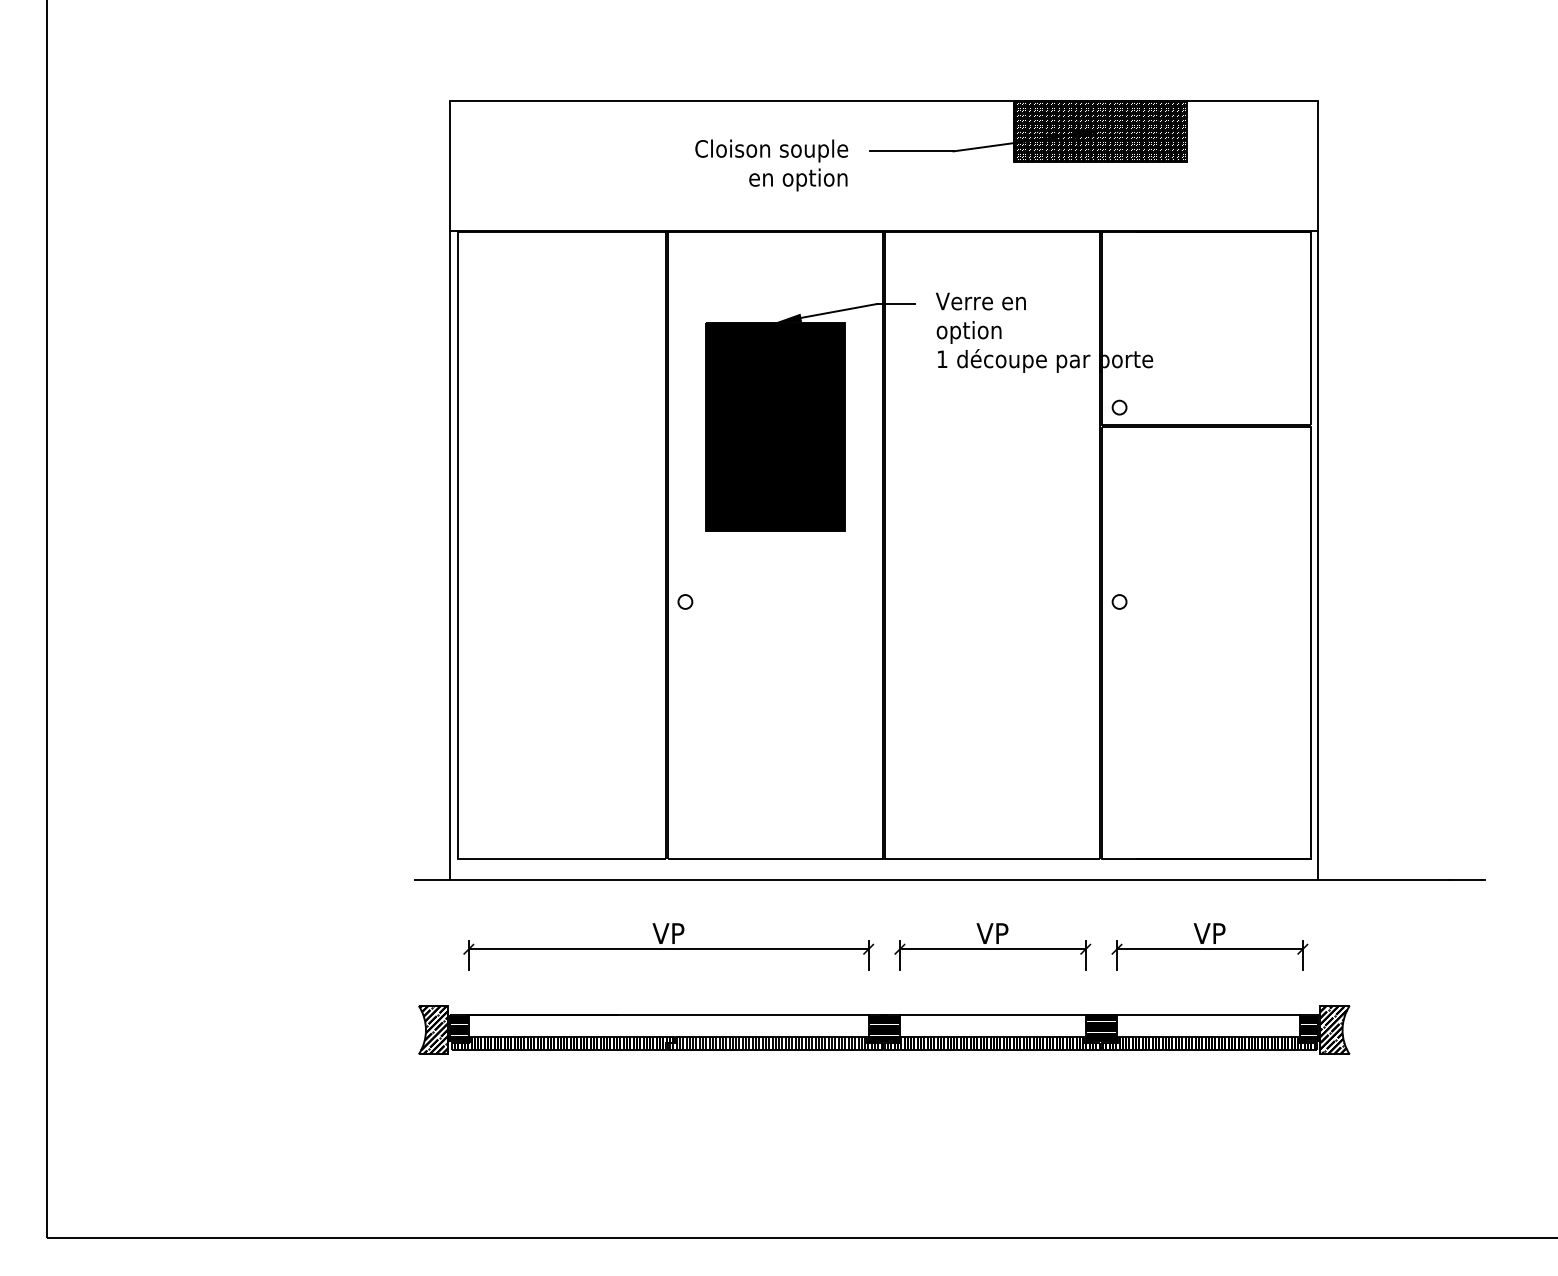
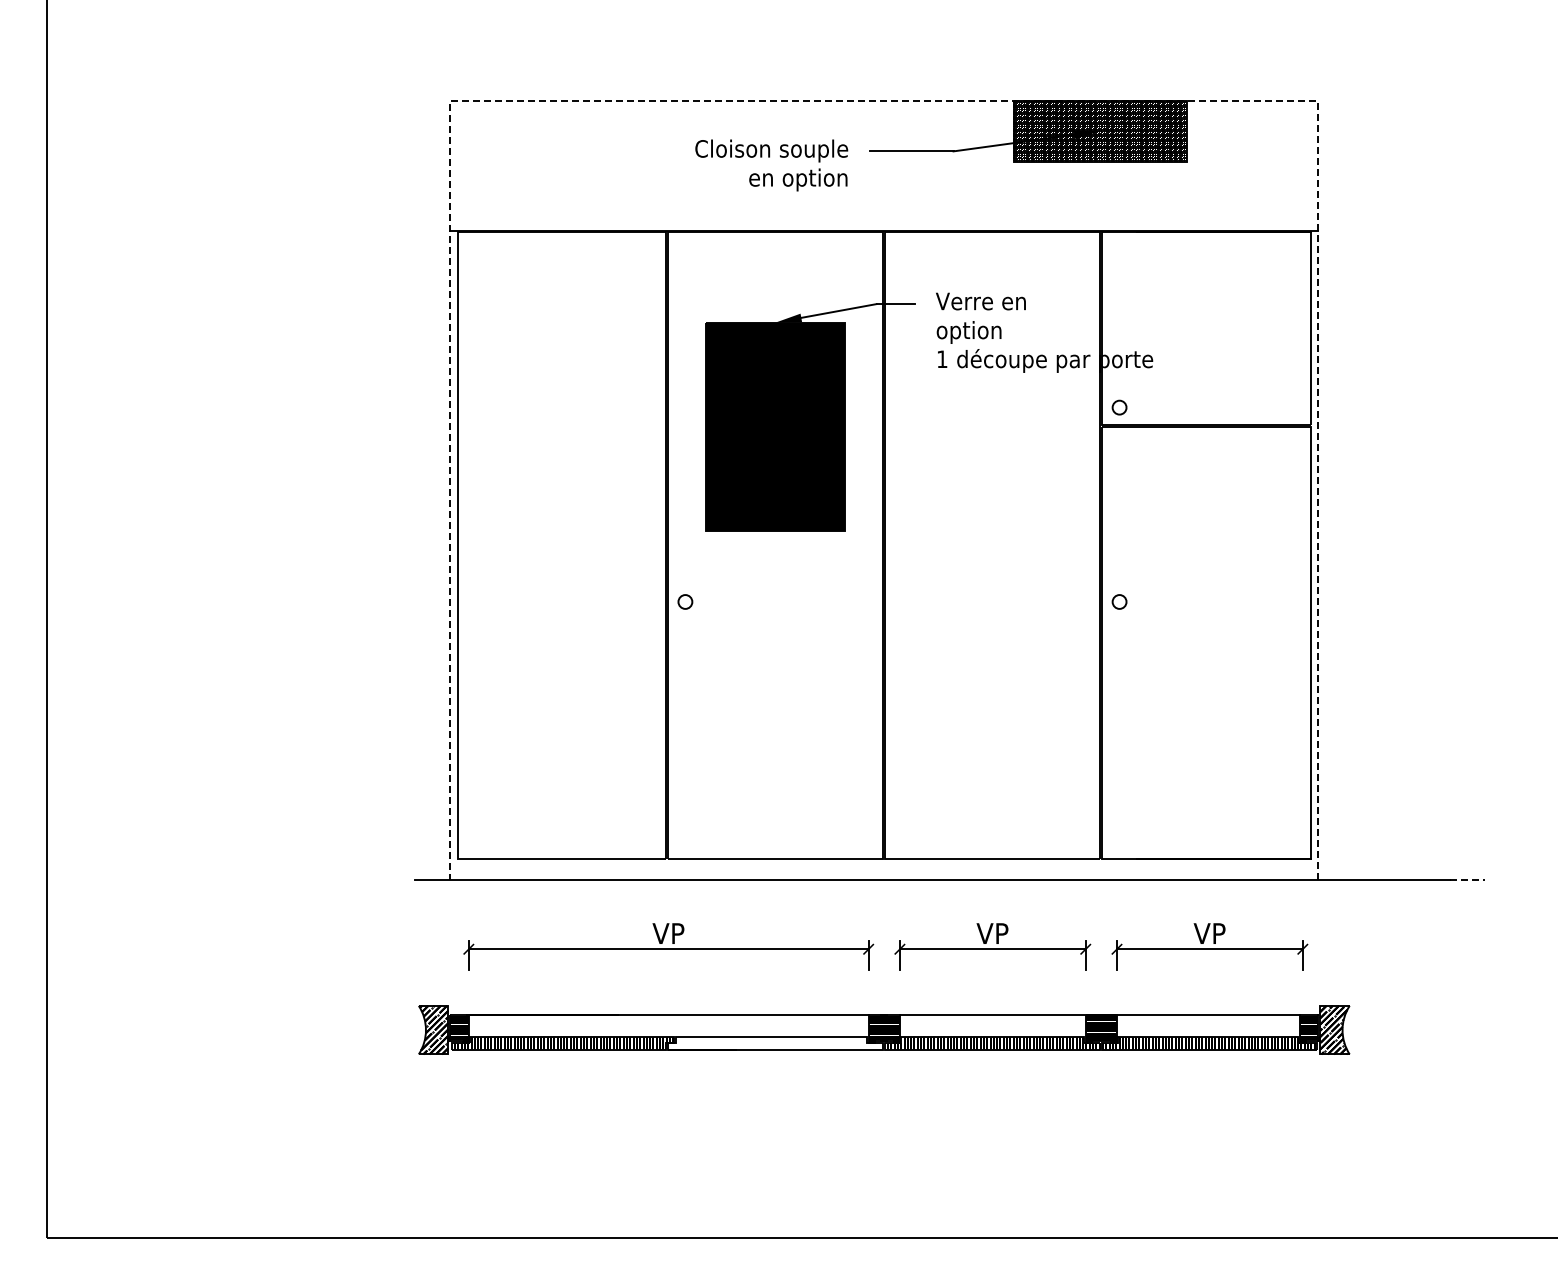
line at (883, 100): solid -> dashed
line at (1468, 879): solid -> dashed
hatch at (775, 1042): present -> none
